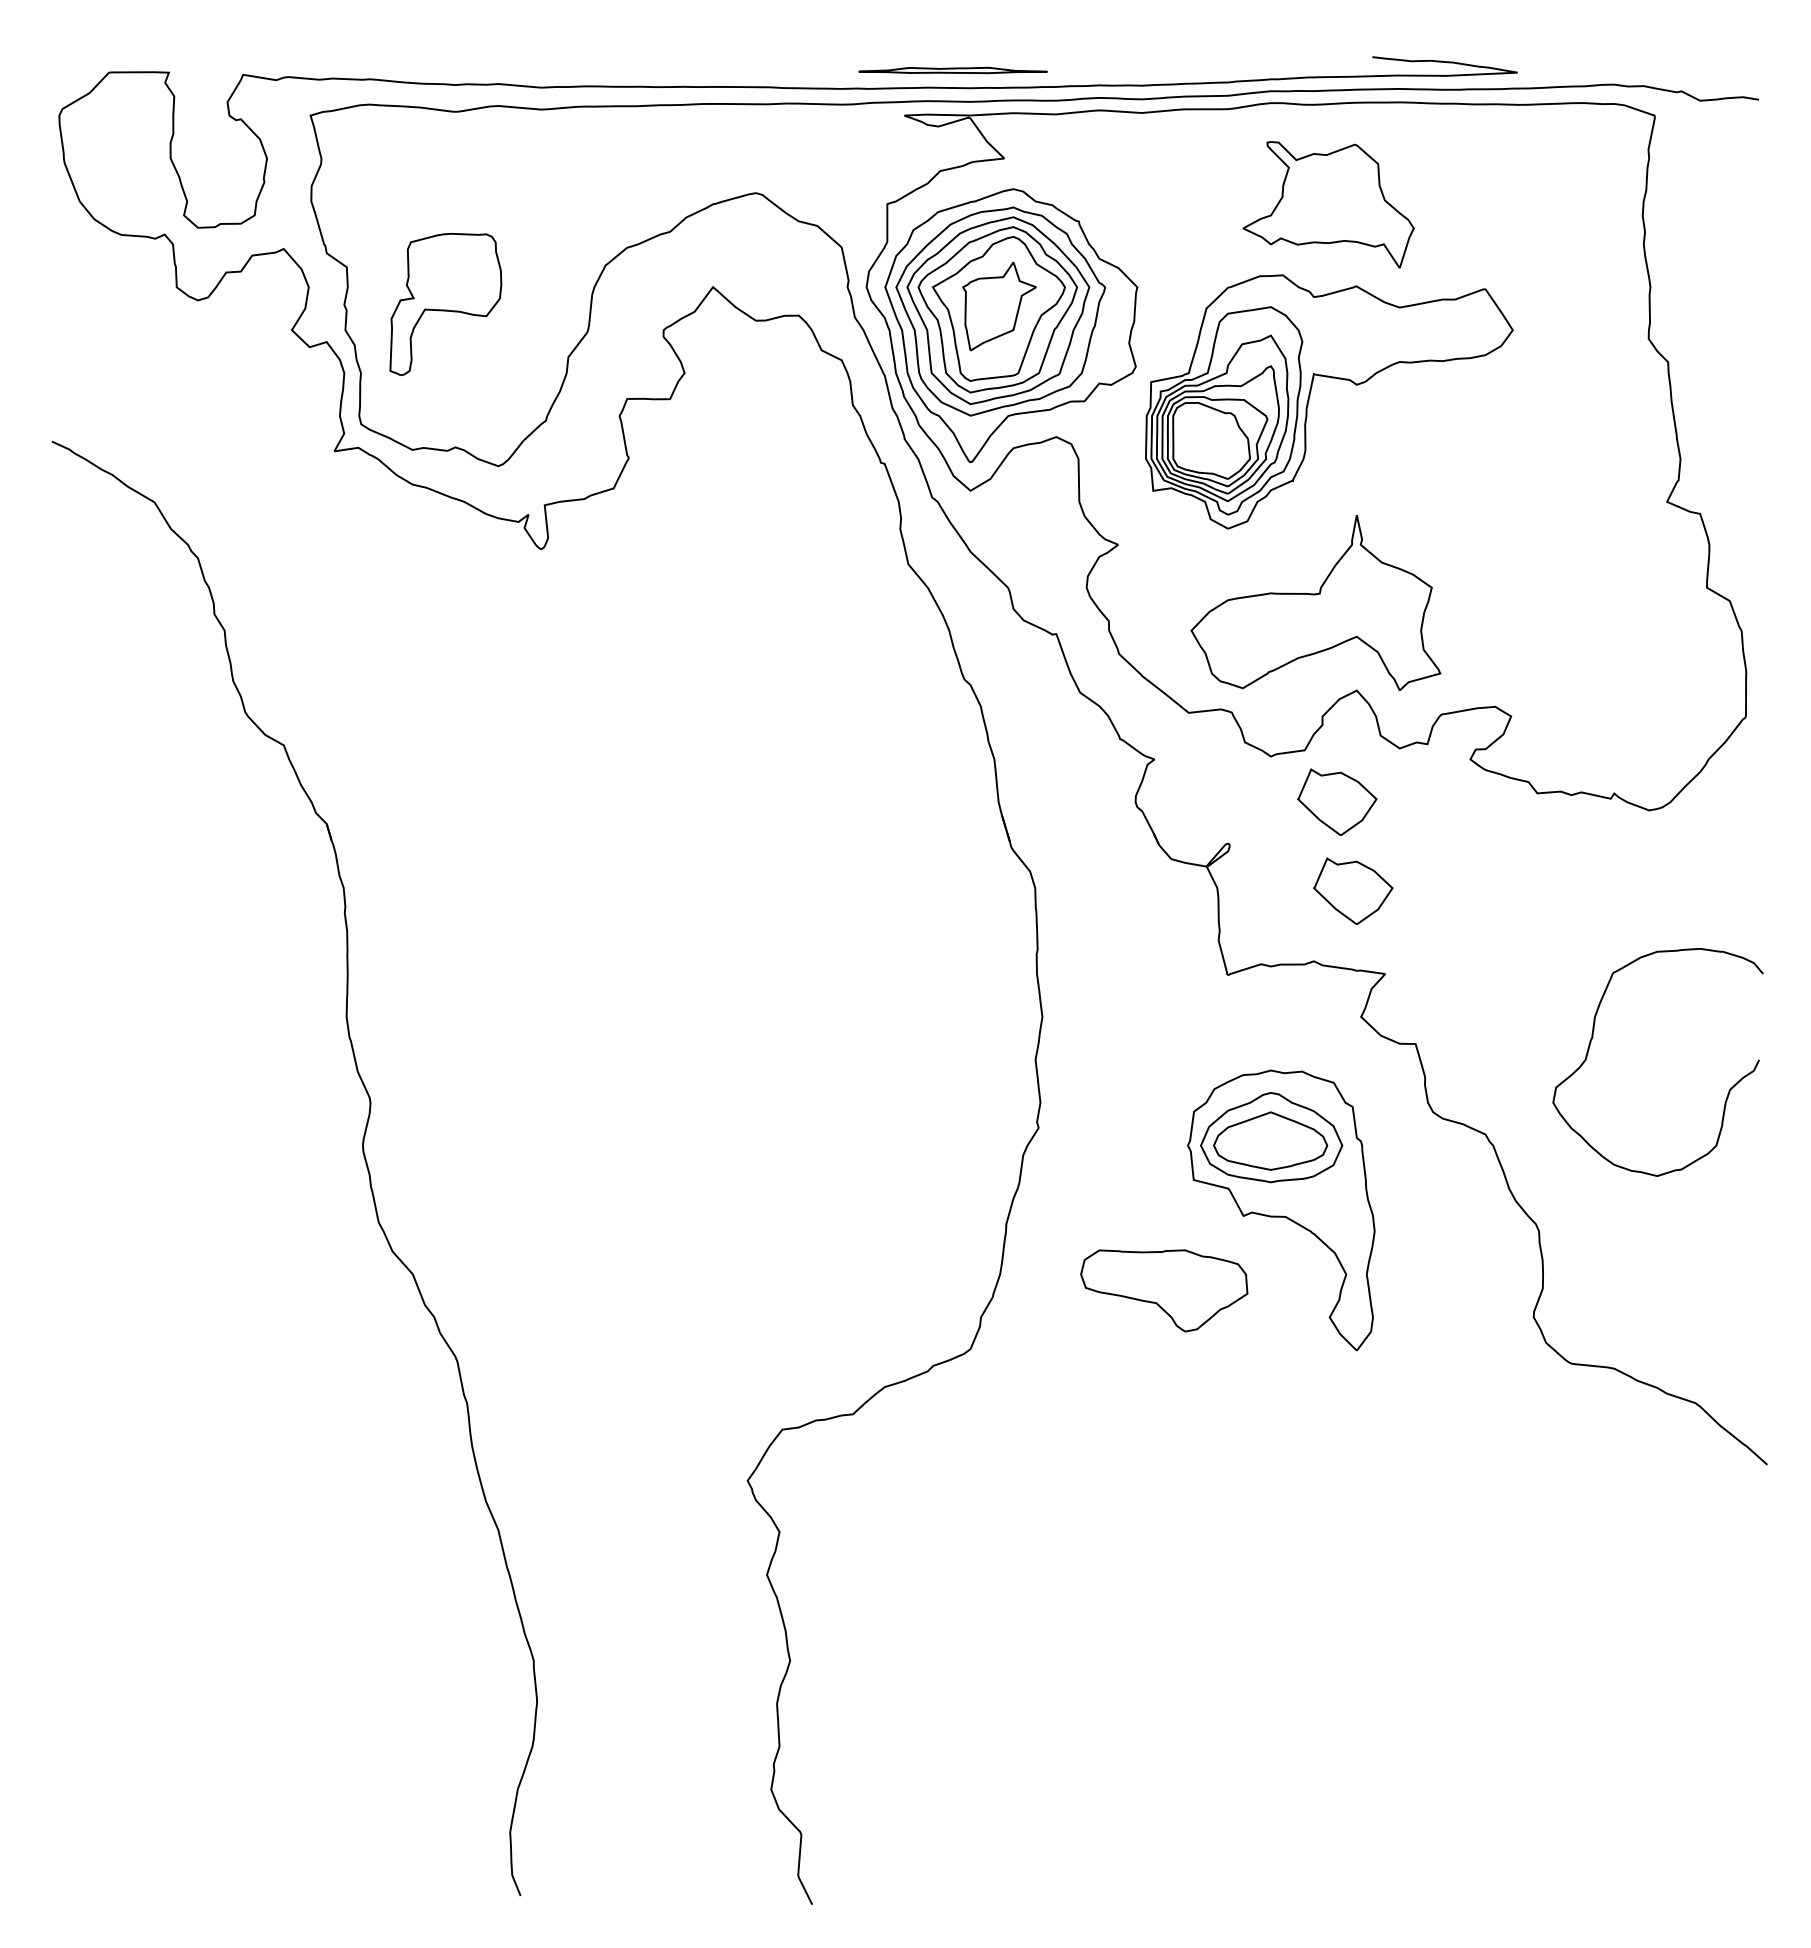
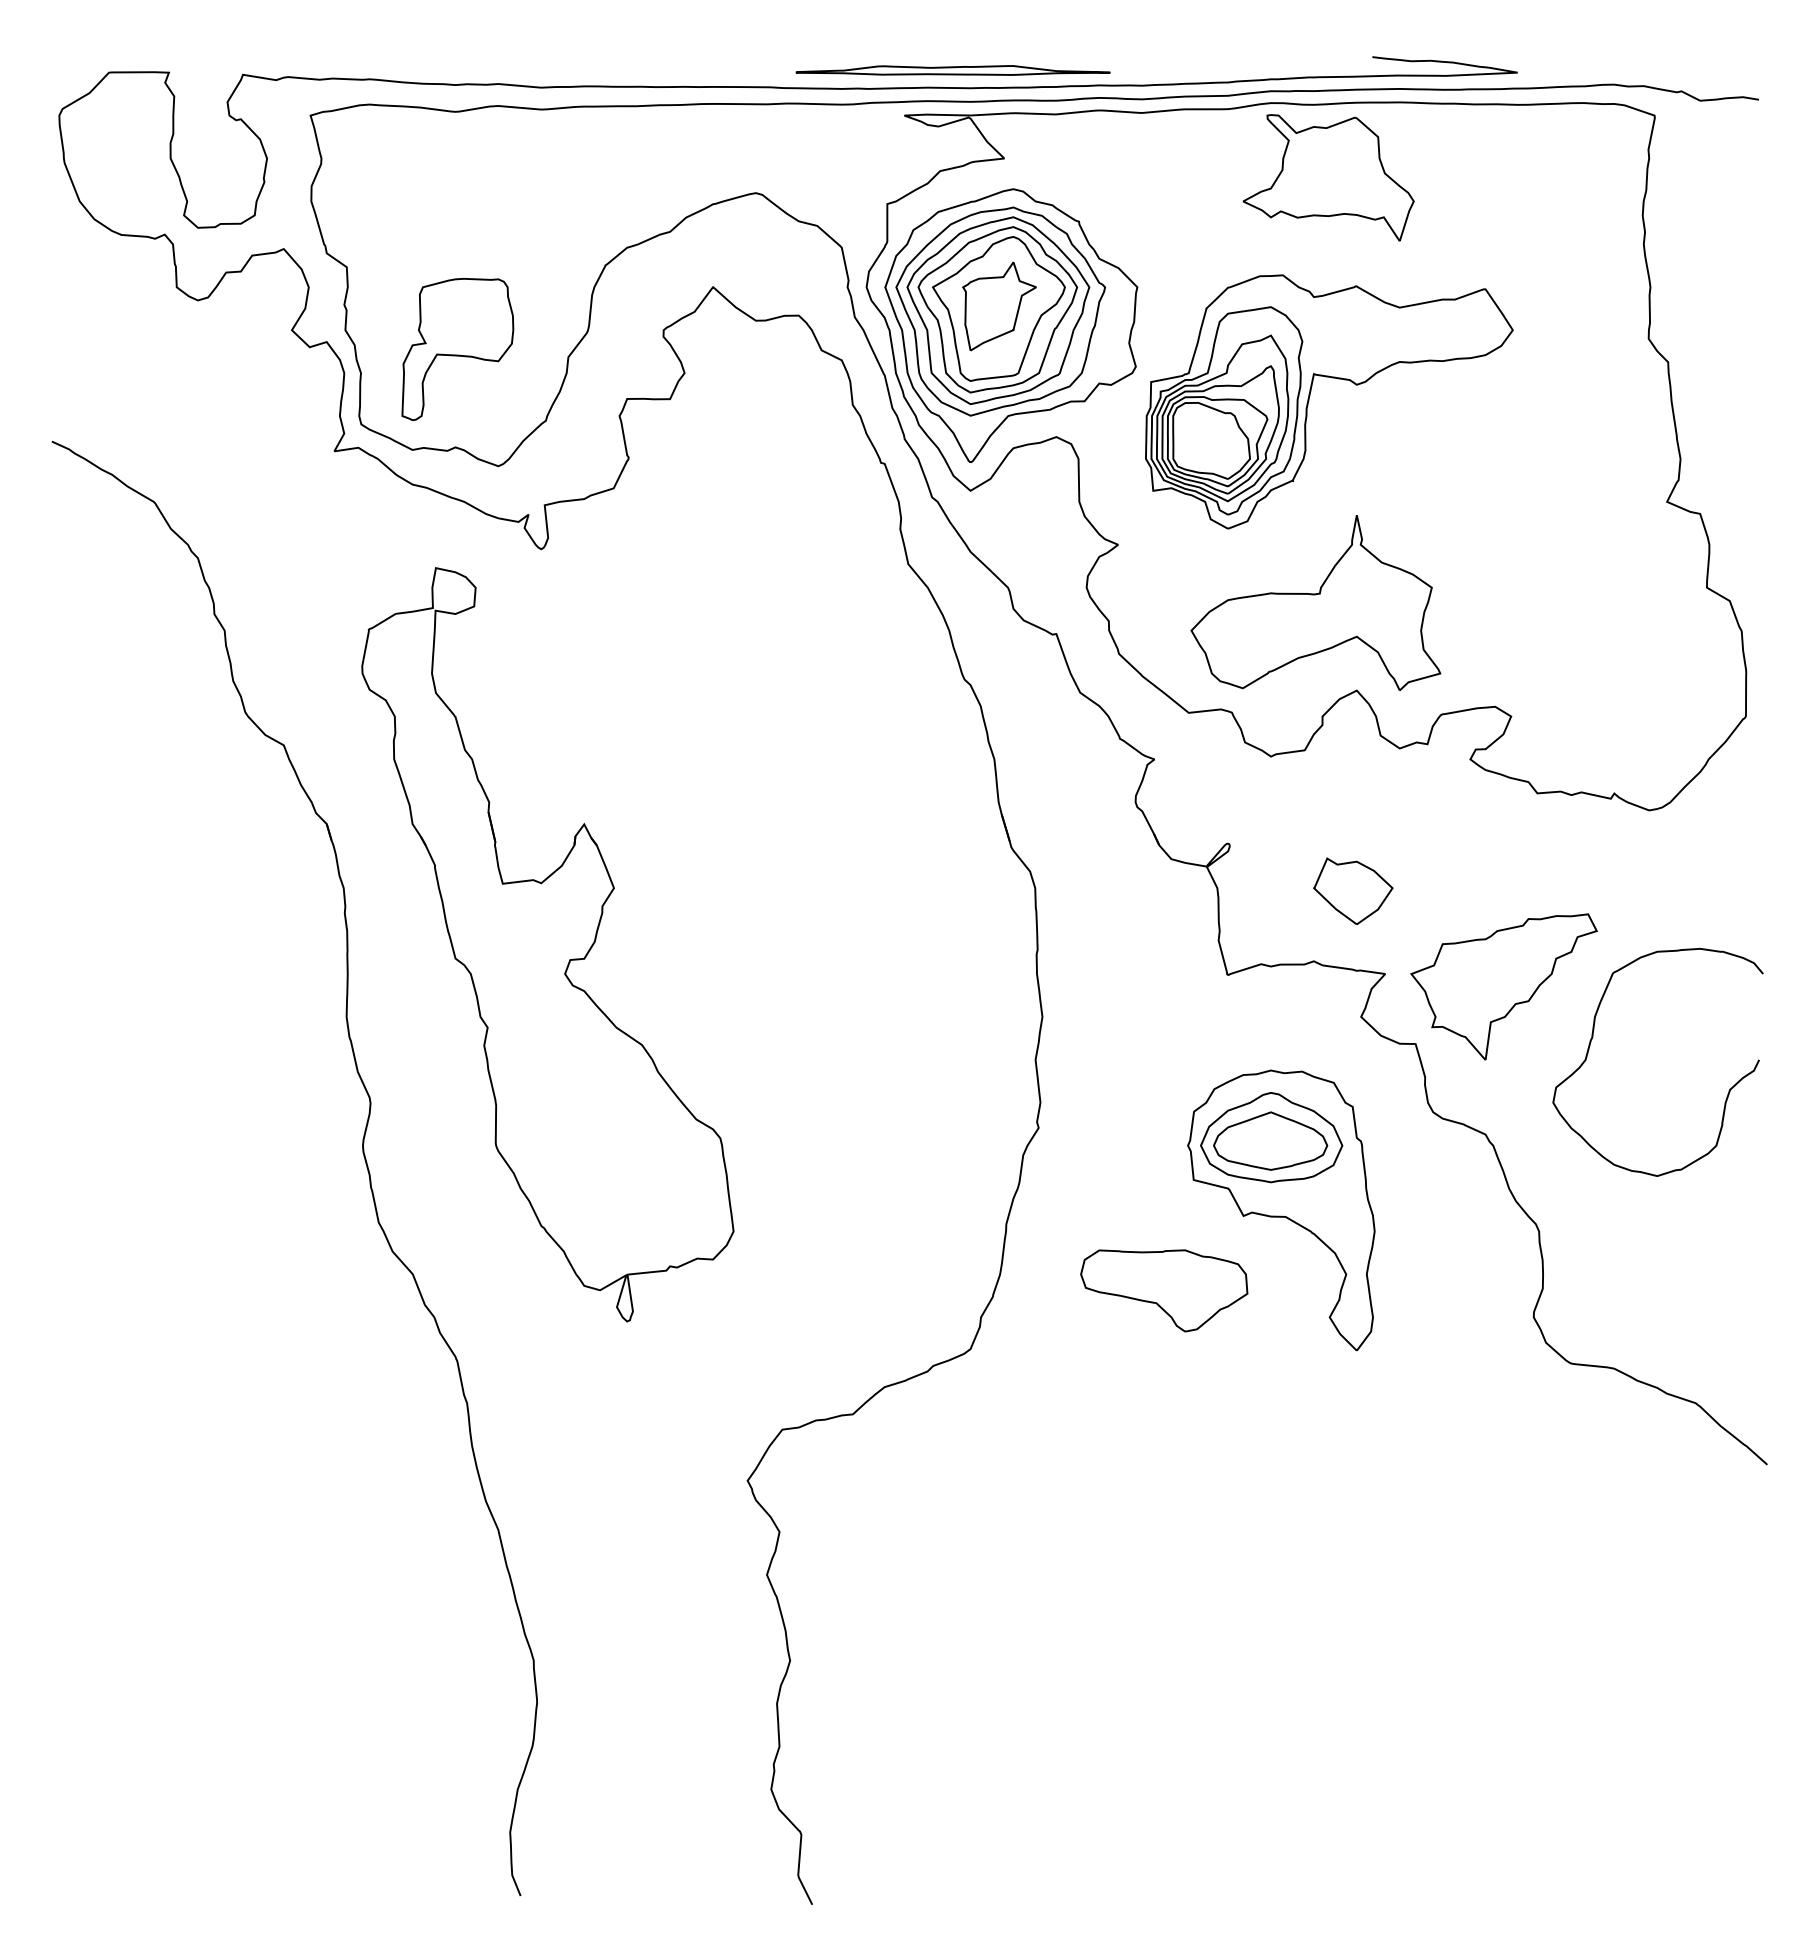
part at (952, 70) size: 190x9 px -> 316x11 px
part at (1328, 204) position: (1328, 204) -> (1328, 177)
part at (445, 304) position: (445, 304) -> (457, 349)
part at (1337, 801): present -> none
part at (547, 944): none -> present
part at (1503, 986): none -> present
